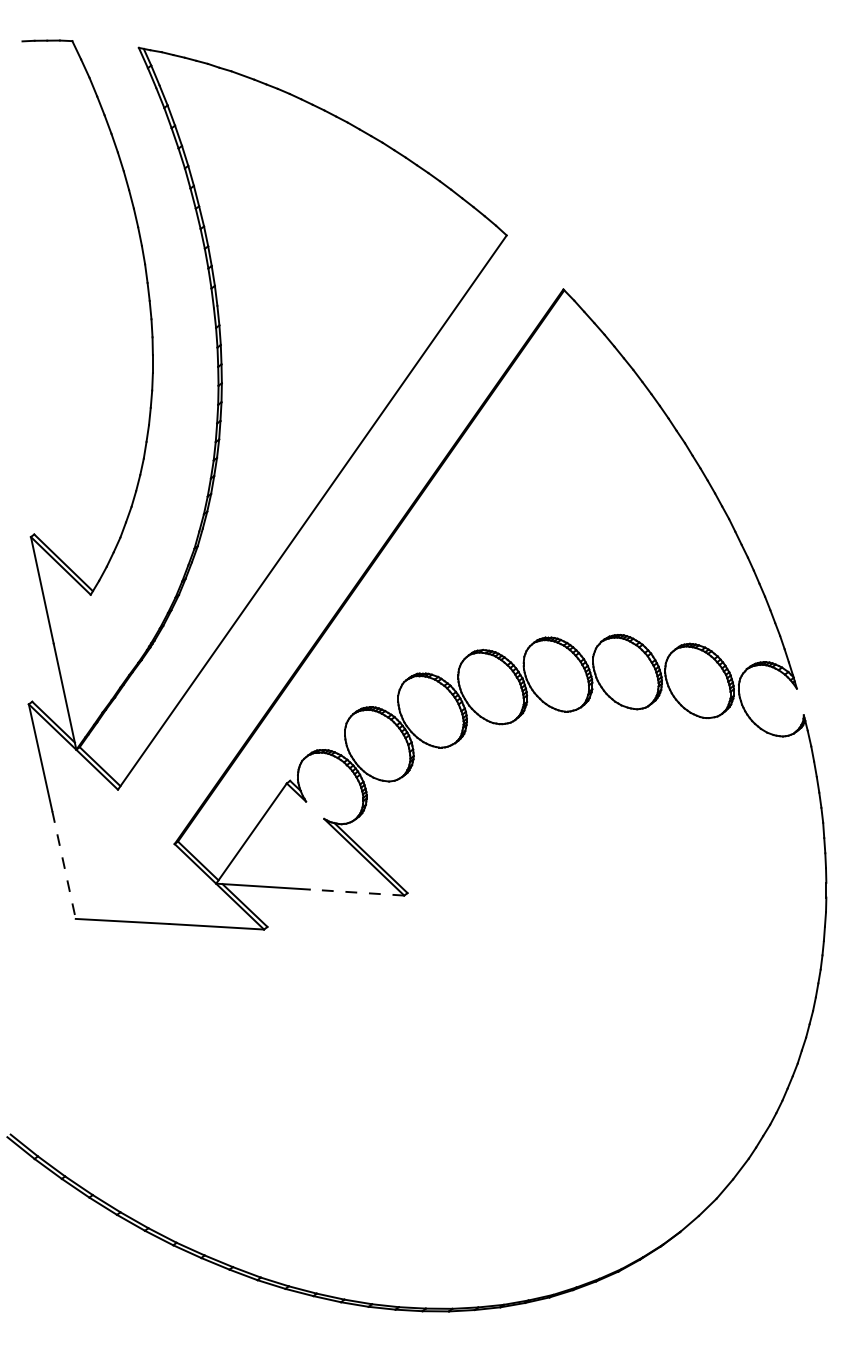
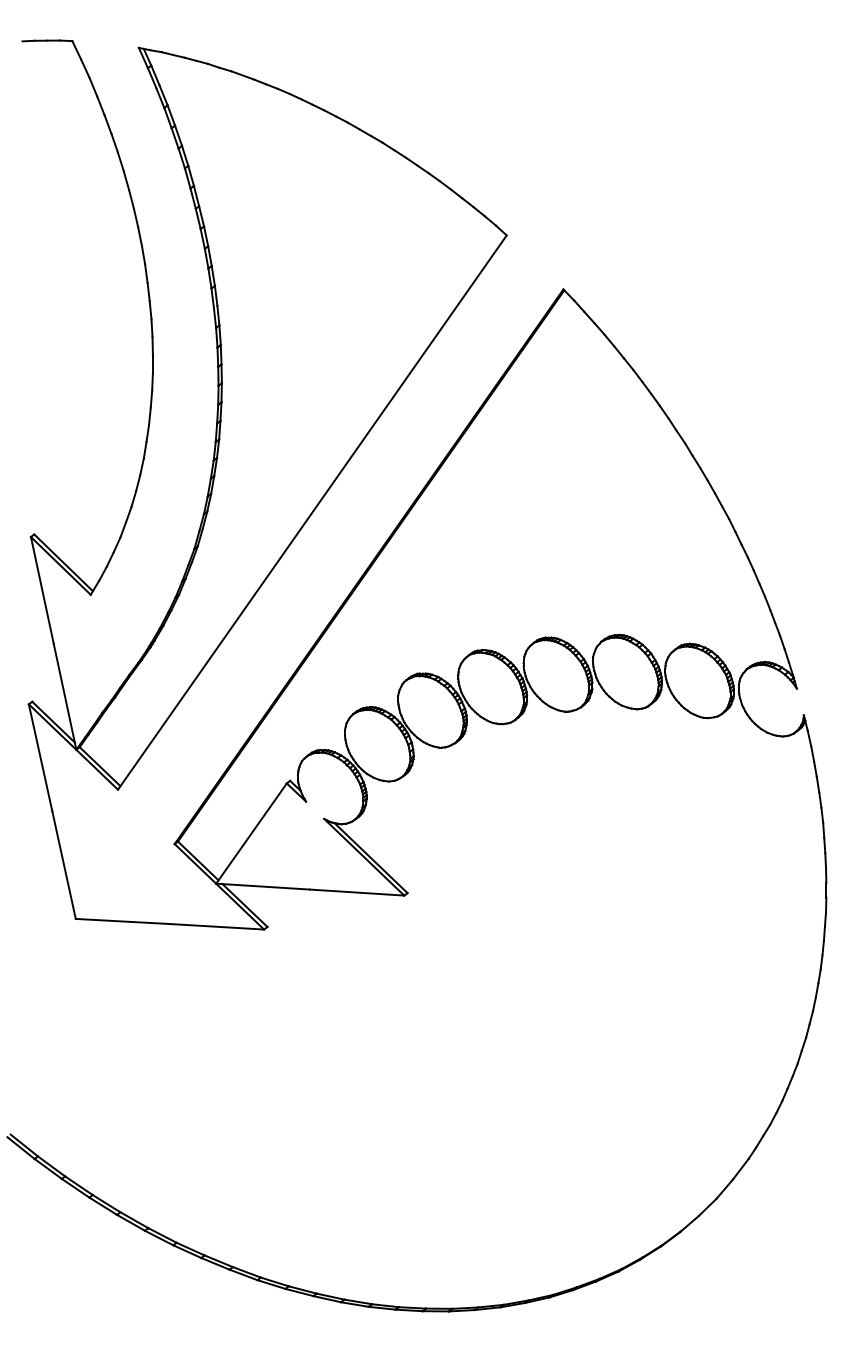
line at (64, 865): dashed -> solid
line at (356, 892): dashed -> solid
